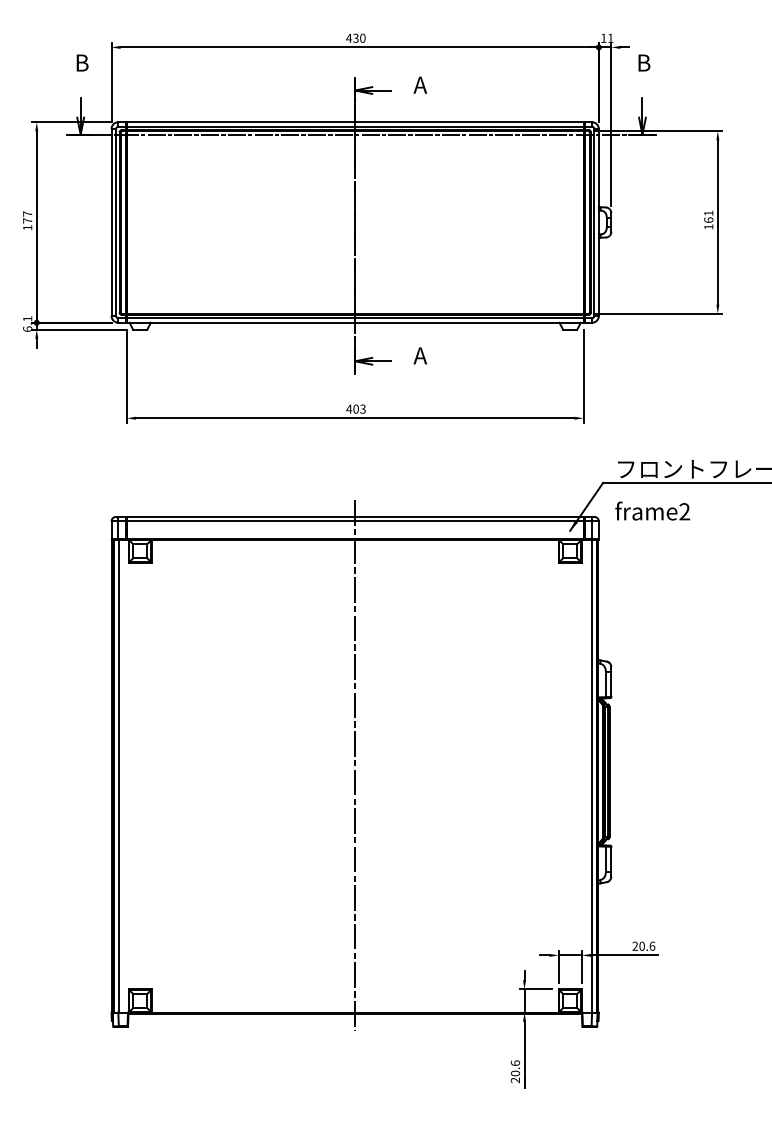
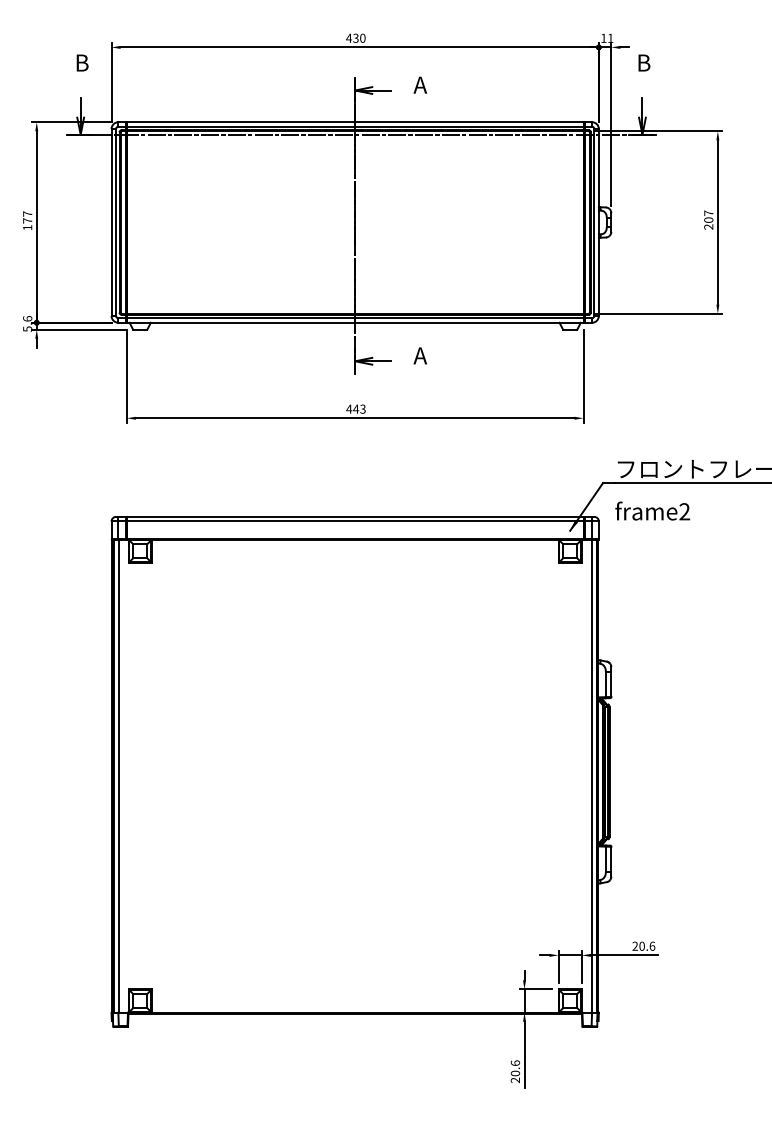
text at (708, 219): 161 -> 207
text at (27, 323): 6.1 -> 5.6
text at (356, 408): 403 -> 443
line at (355, 765): present -> none
